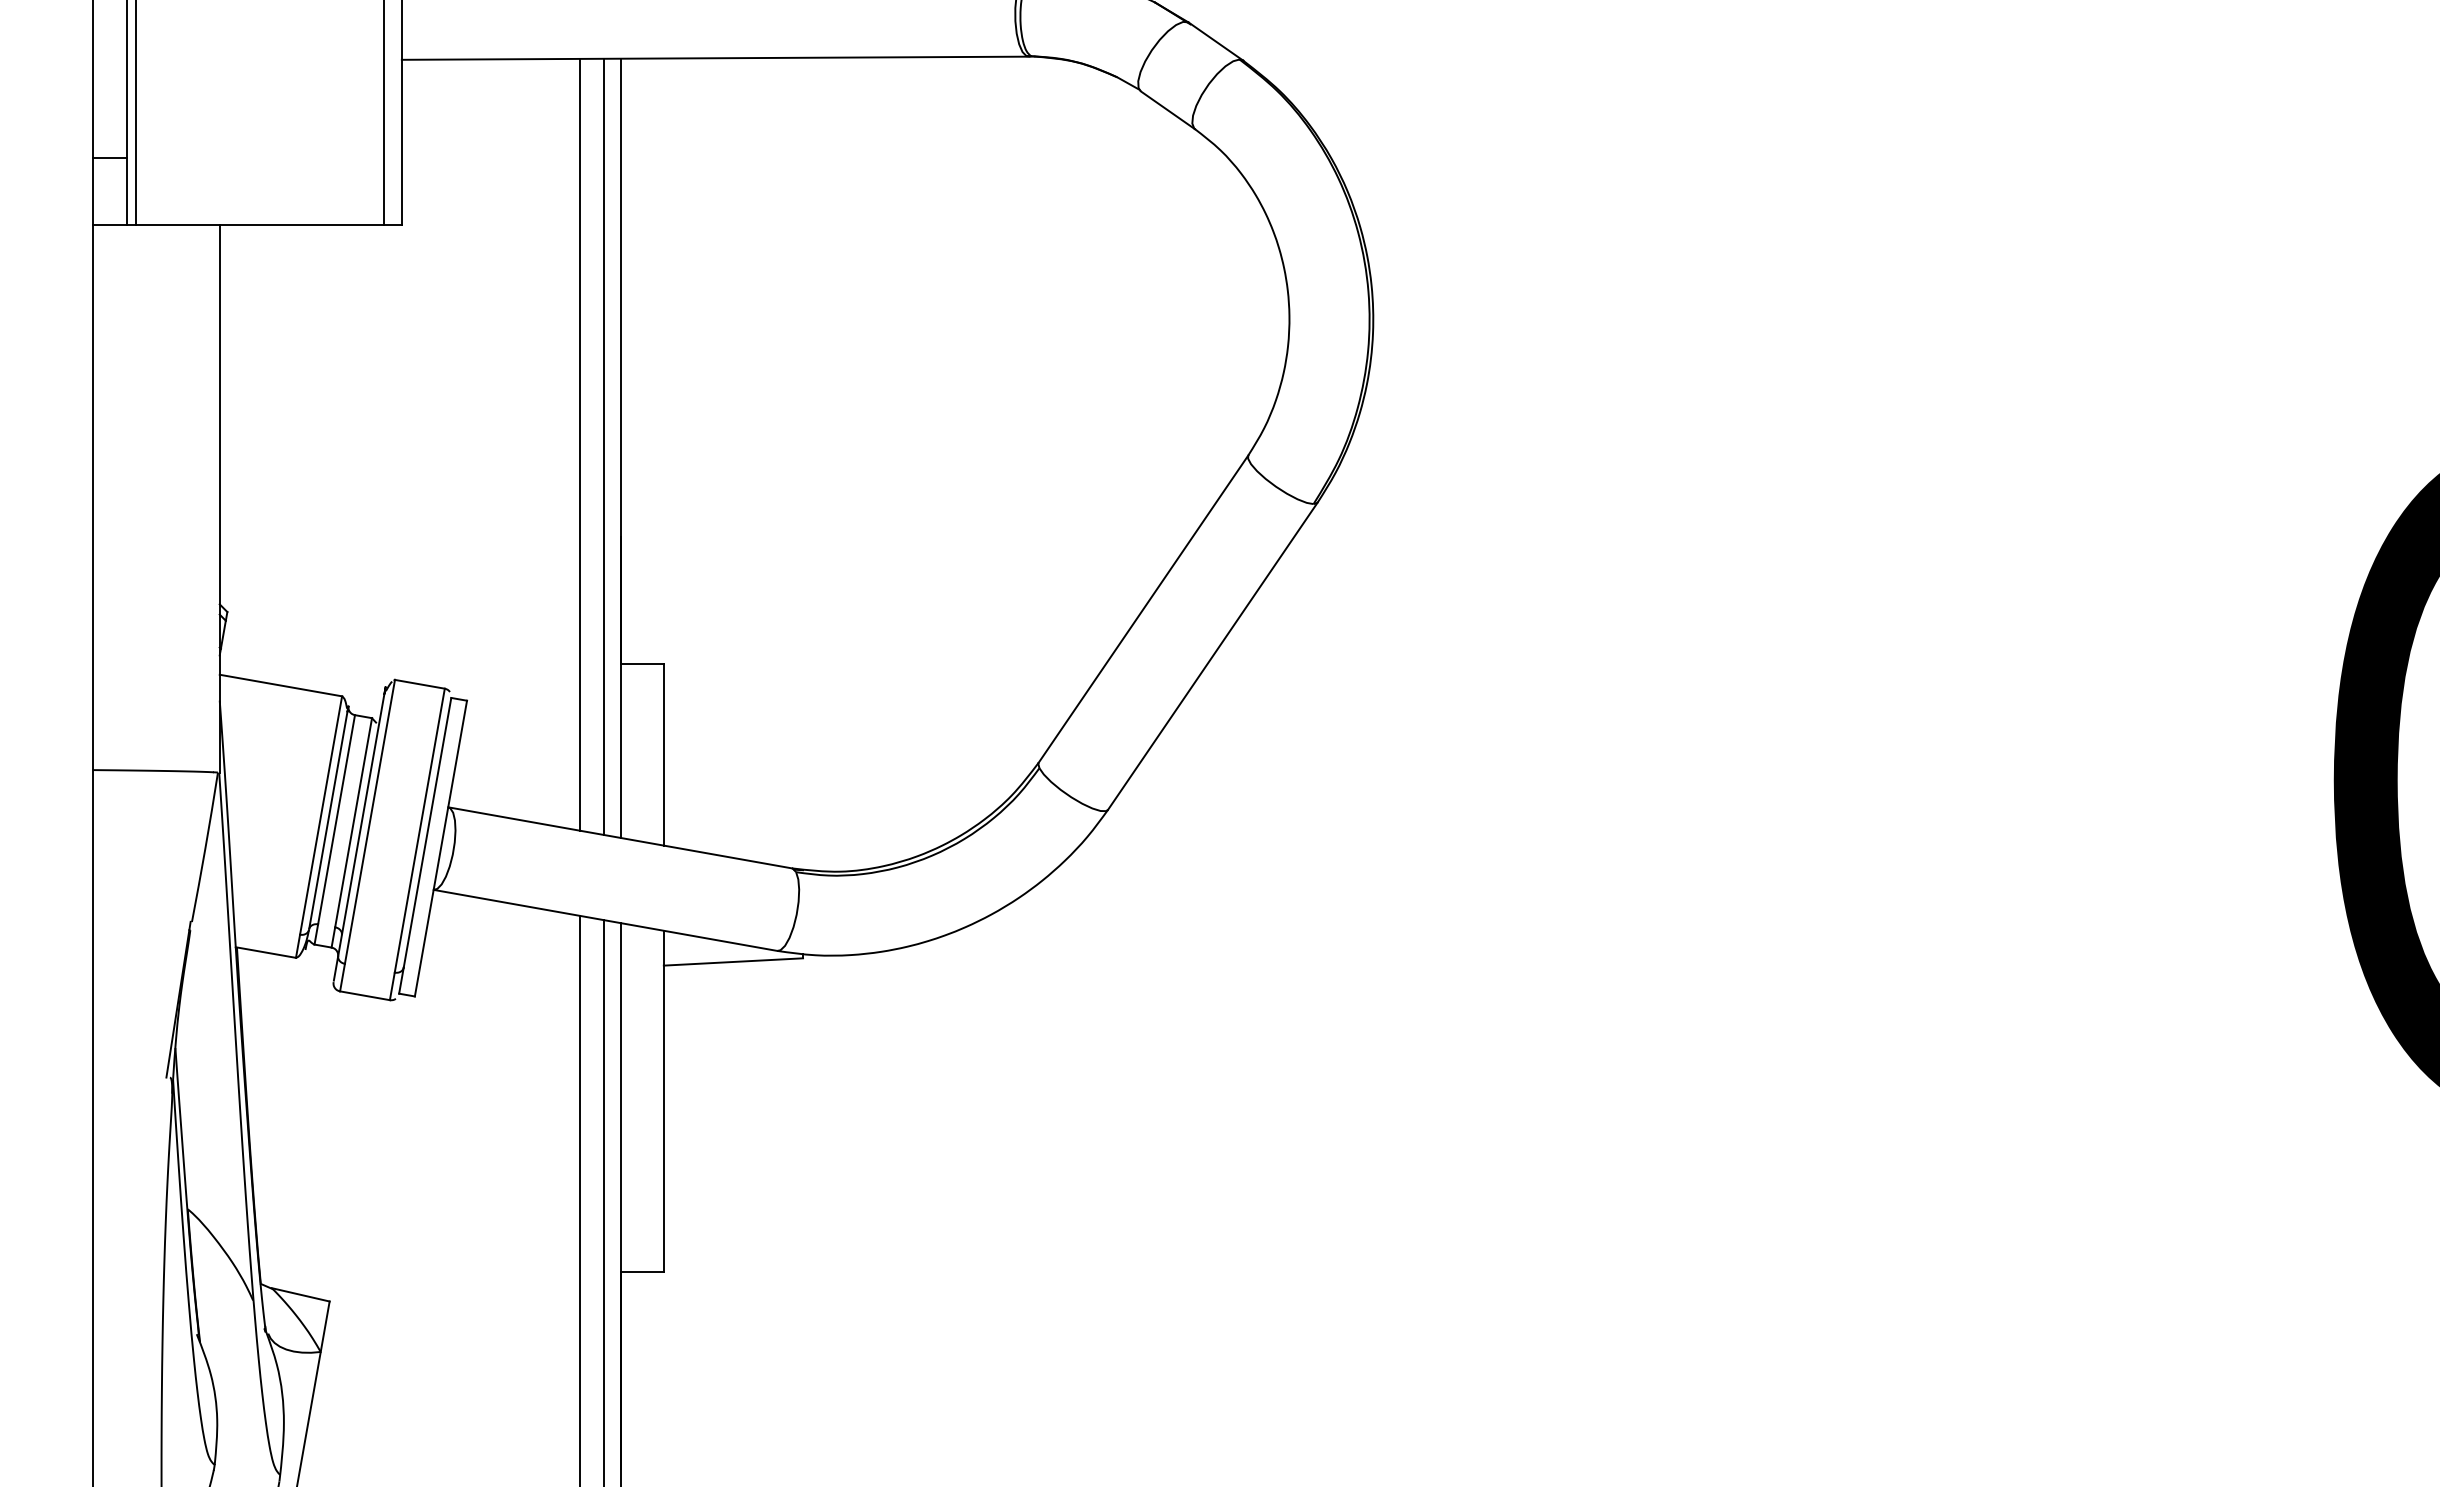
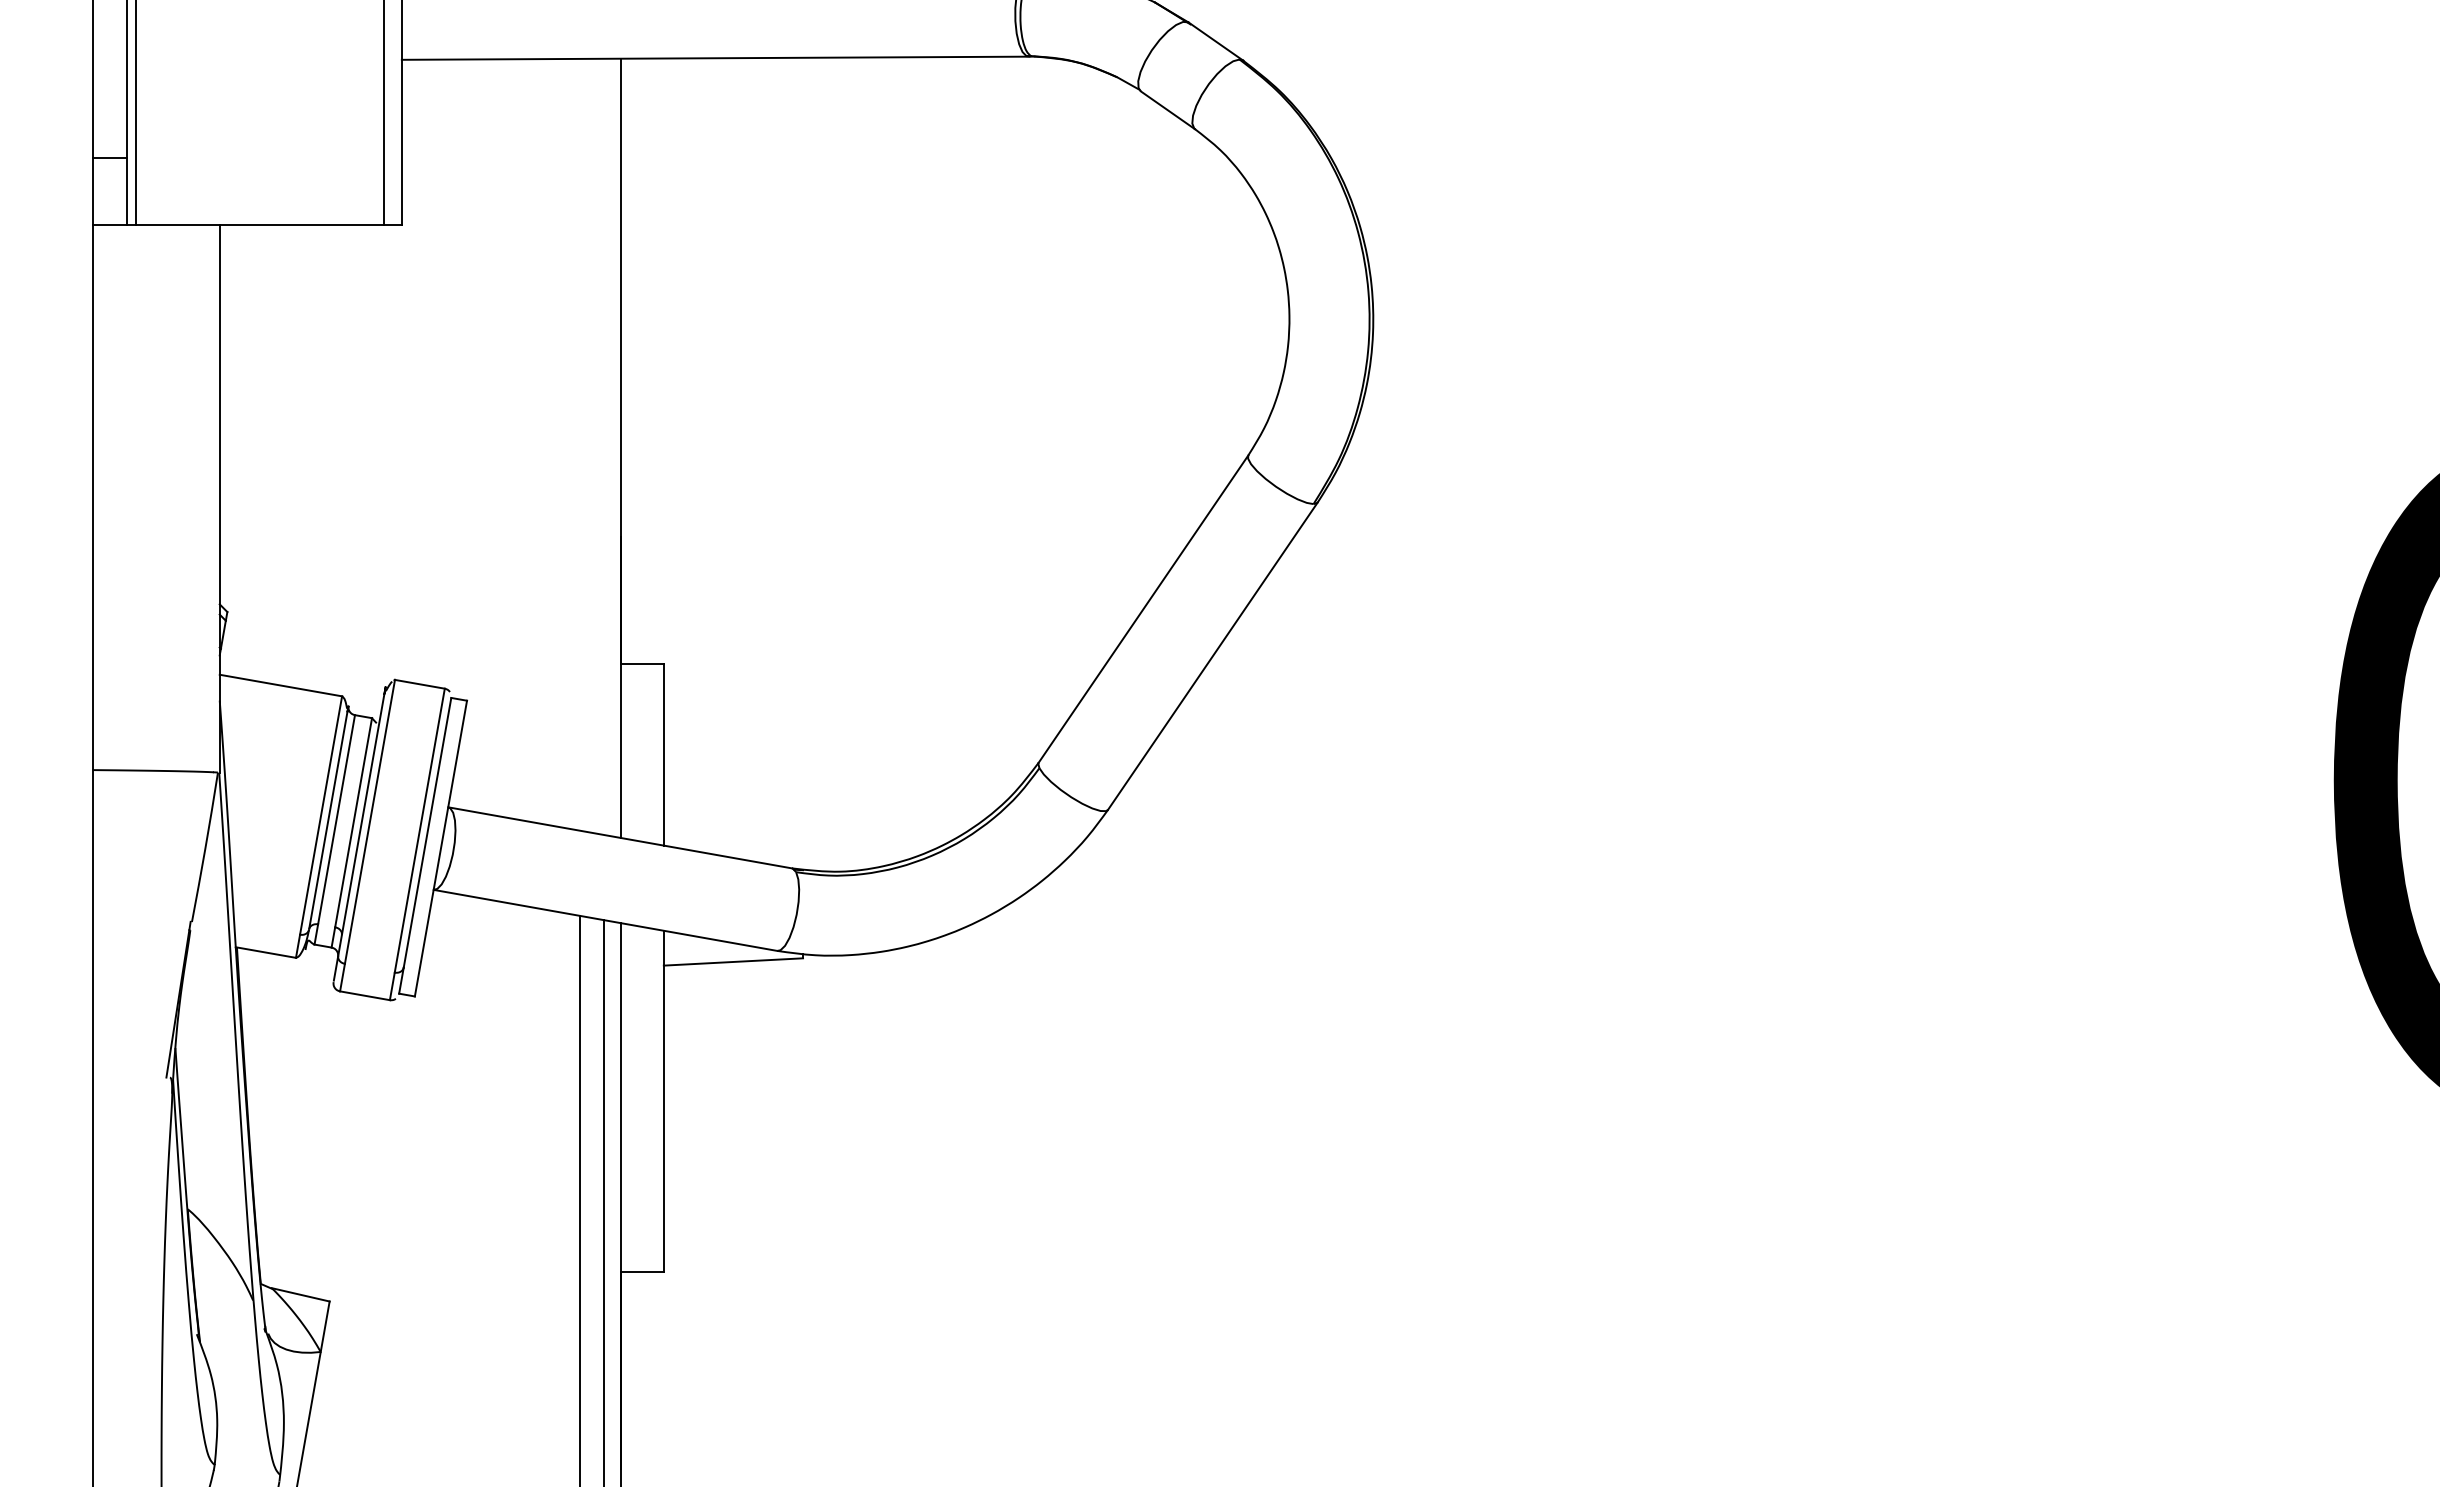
line at (579, 444): present -> none
line at (603, 446): present -> none
